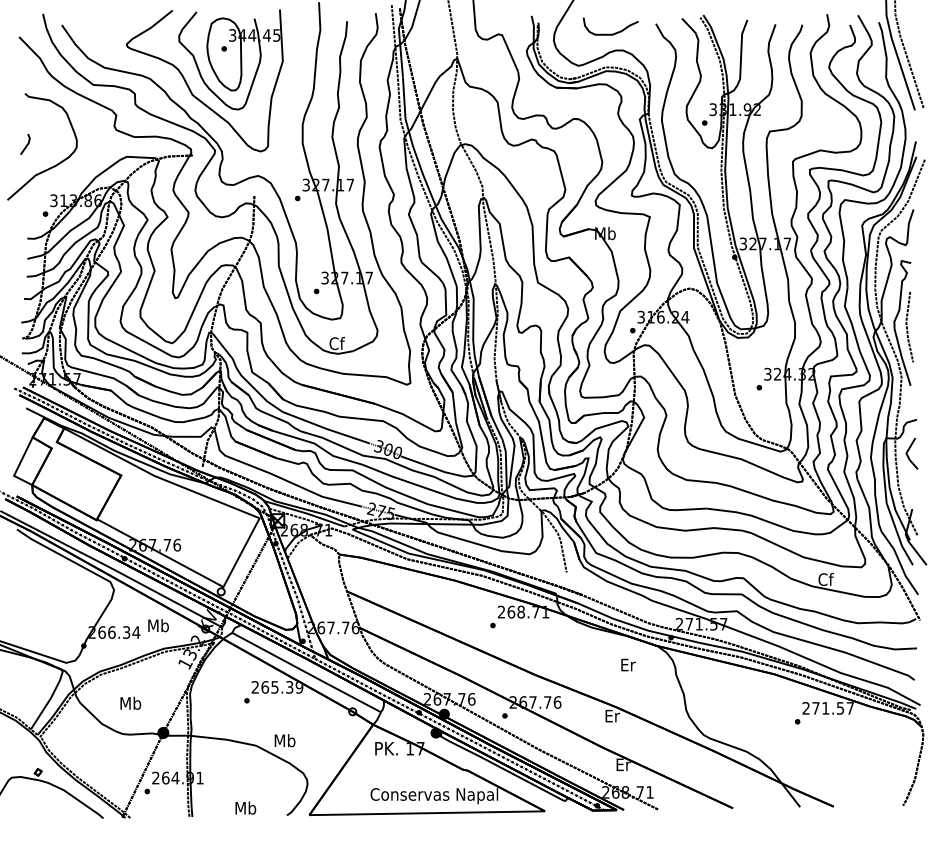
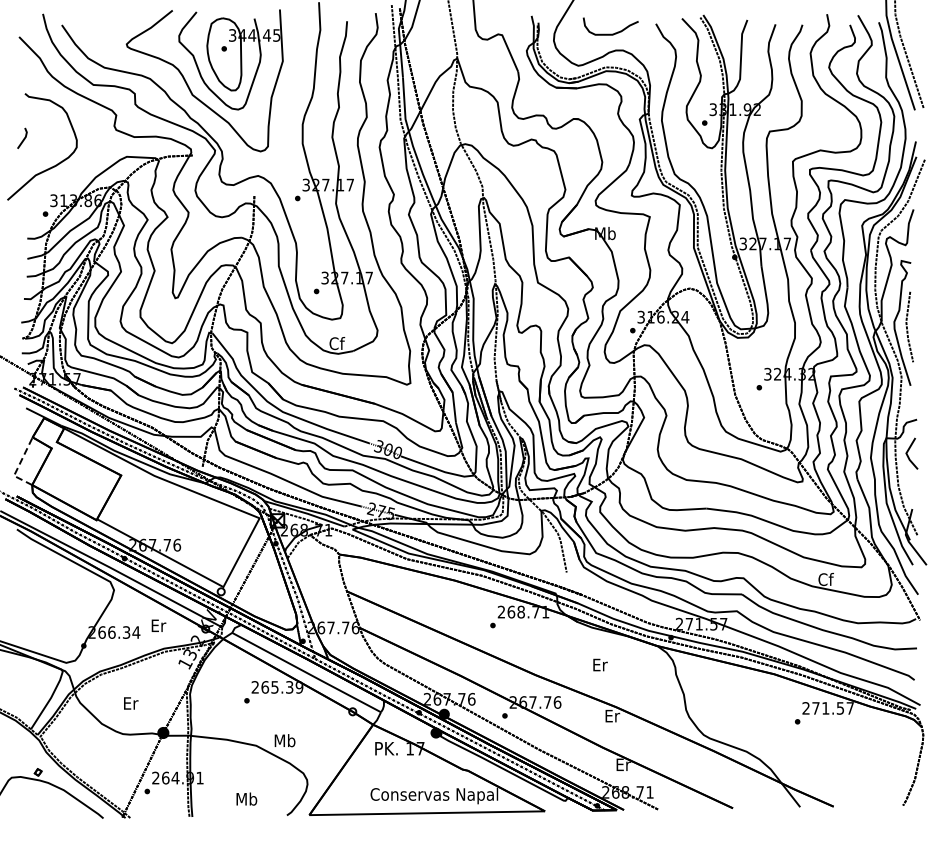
line at (26, 144) position: (26, 144) -> (23, 138)
line at (18, 466): solid -> dashed
text at (158, 625): Mb -> Er
text at (628, 664) position: (628, 664) -> (600, 664)
text at (130, 702): Mb -> Er
text at (245, 807) position: (245, 807) -> (246, 798)
